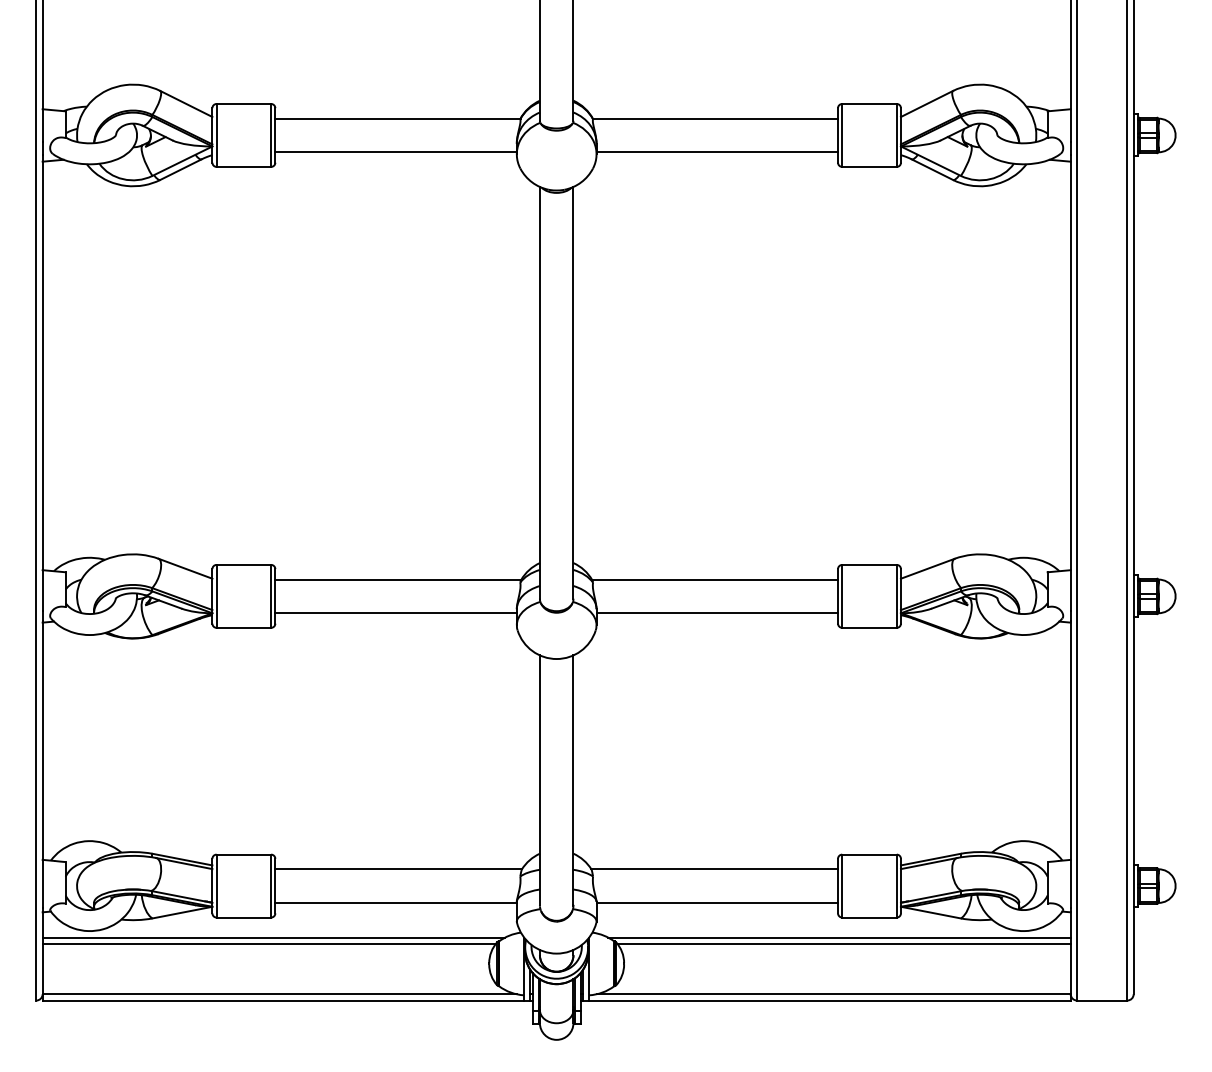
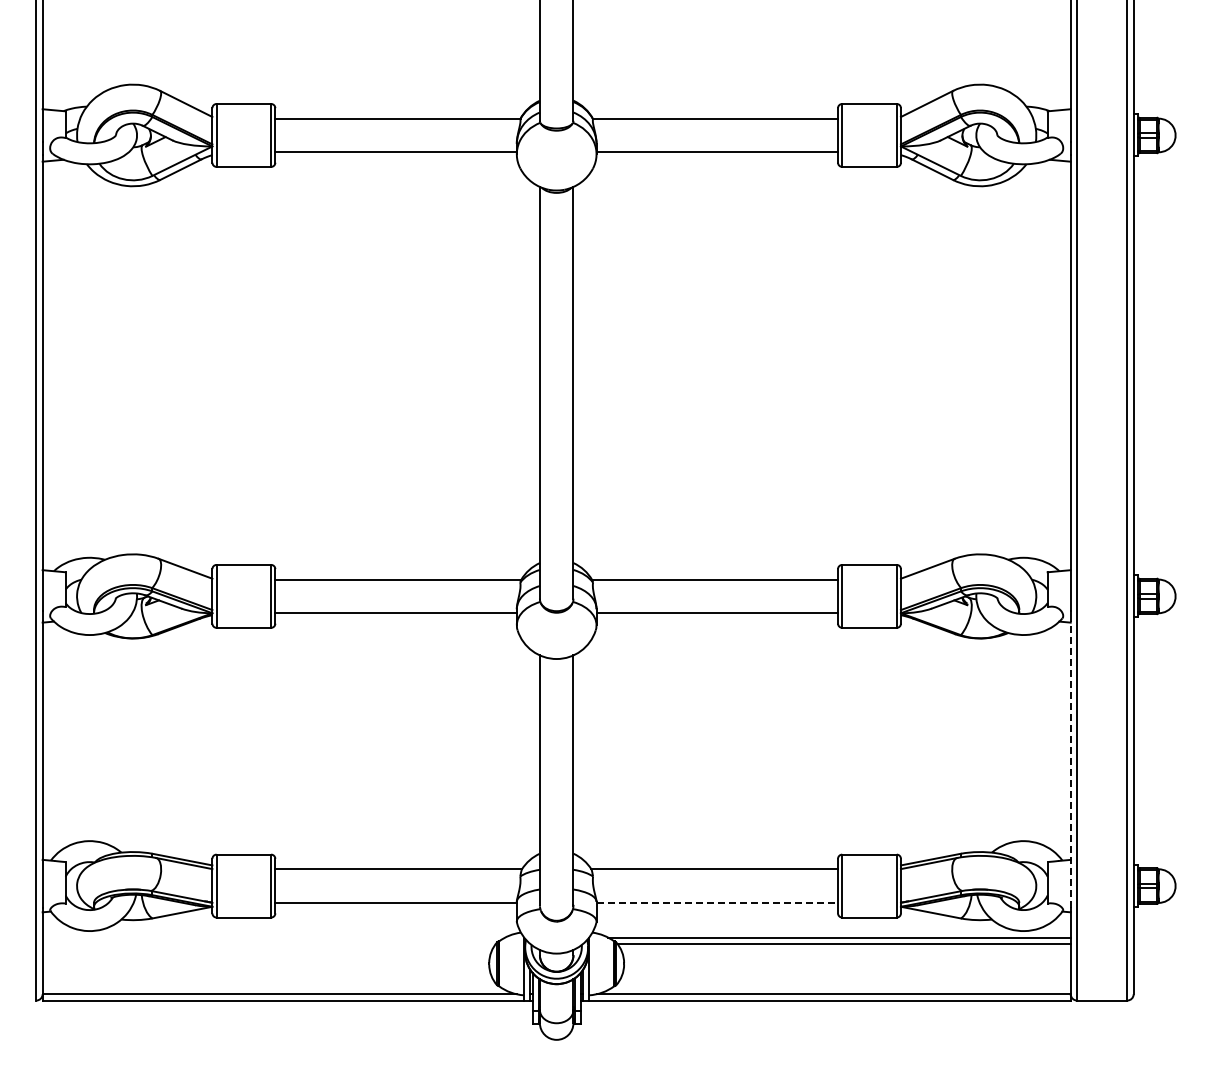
line at (1070, 764): solid -> dashed
line at (717, 902): solid -> dashed
line at (273, 937): present -> none
line at (268, 943): present -> none
